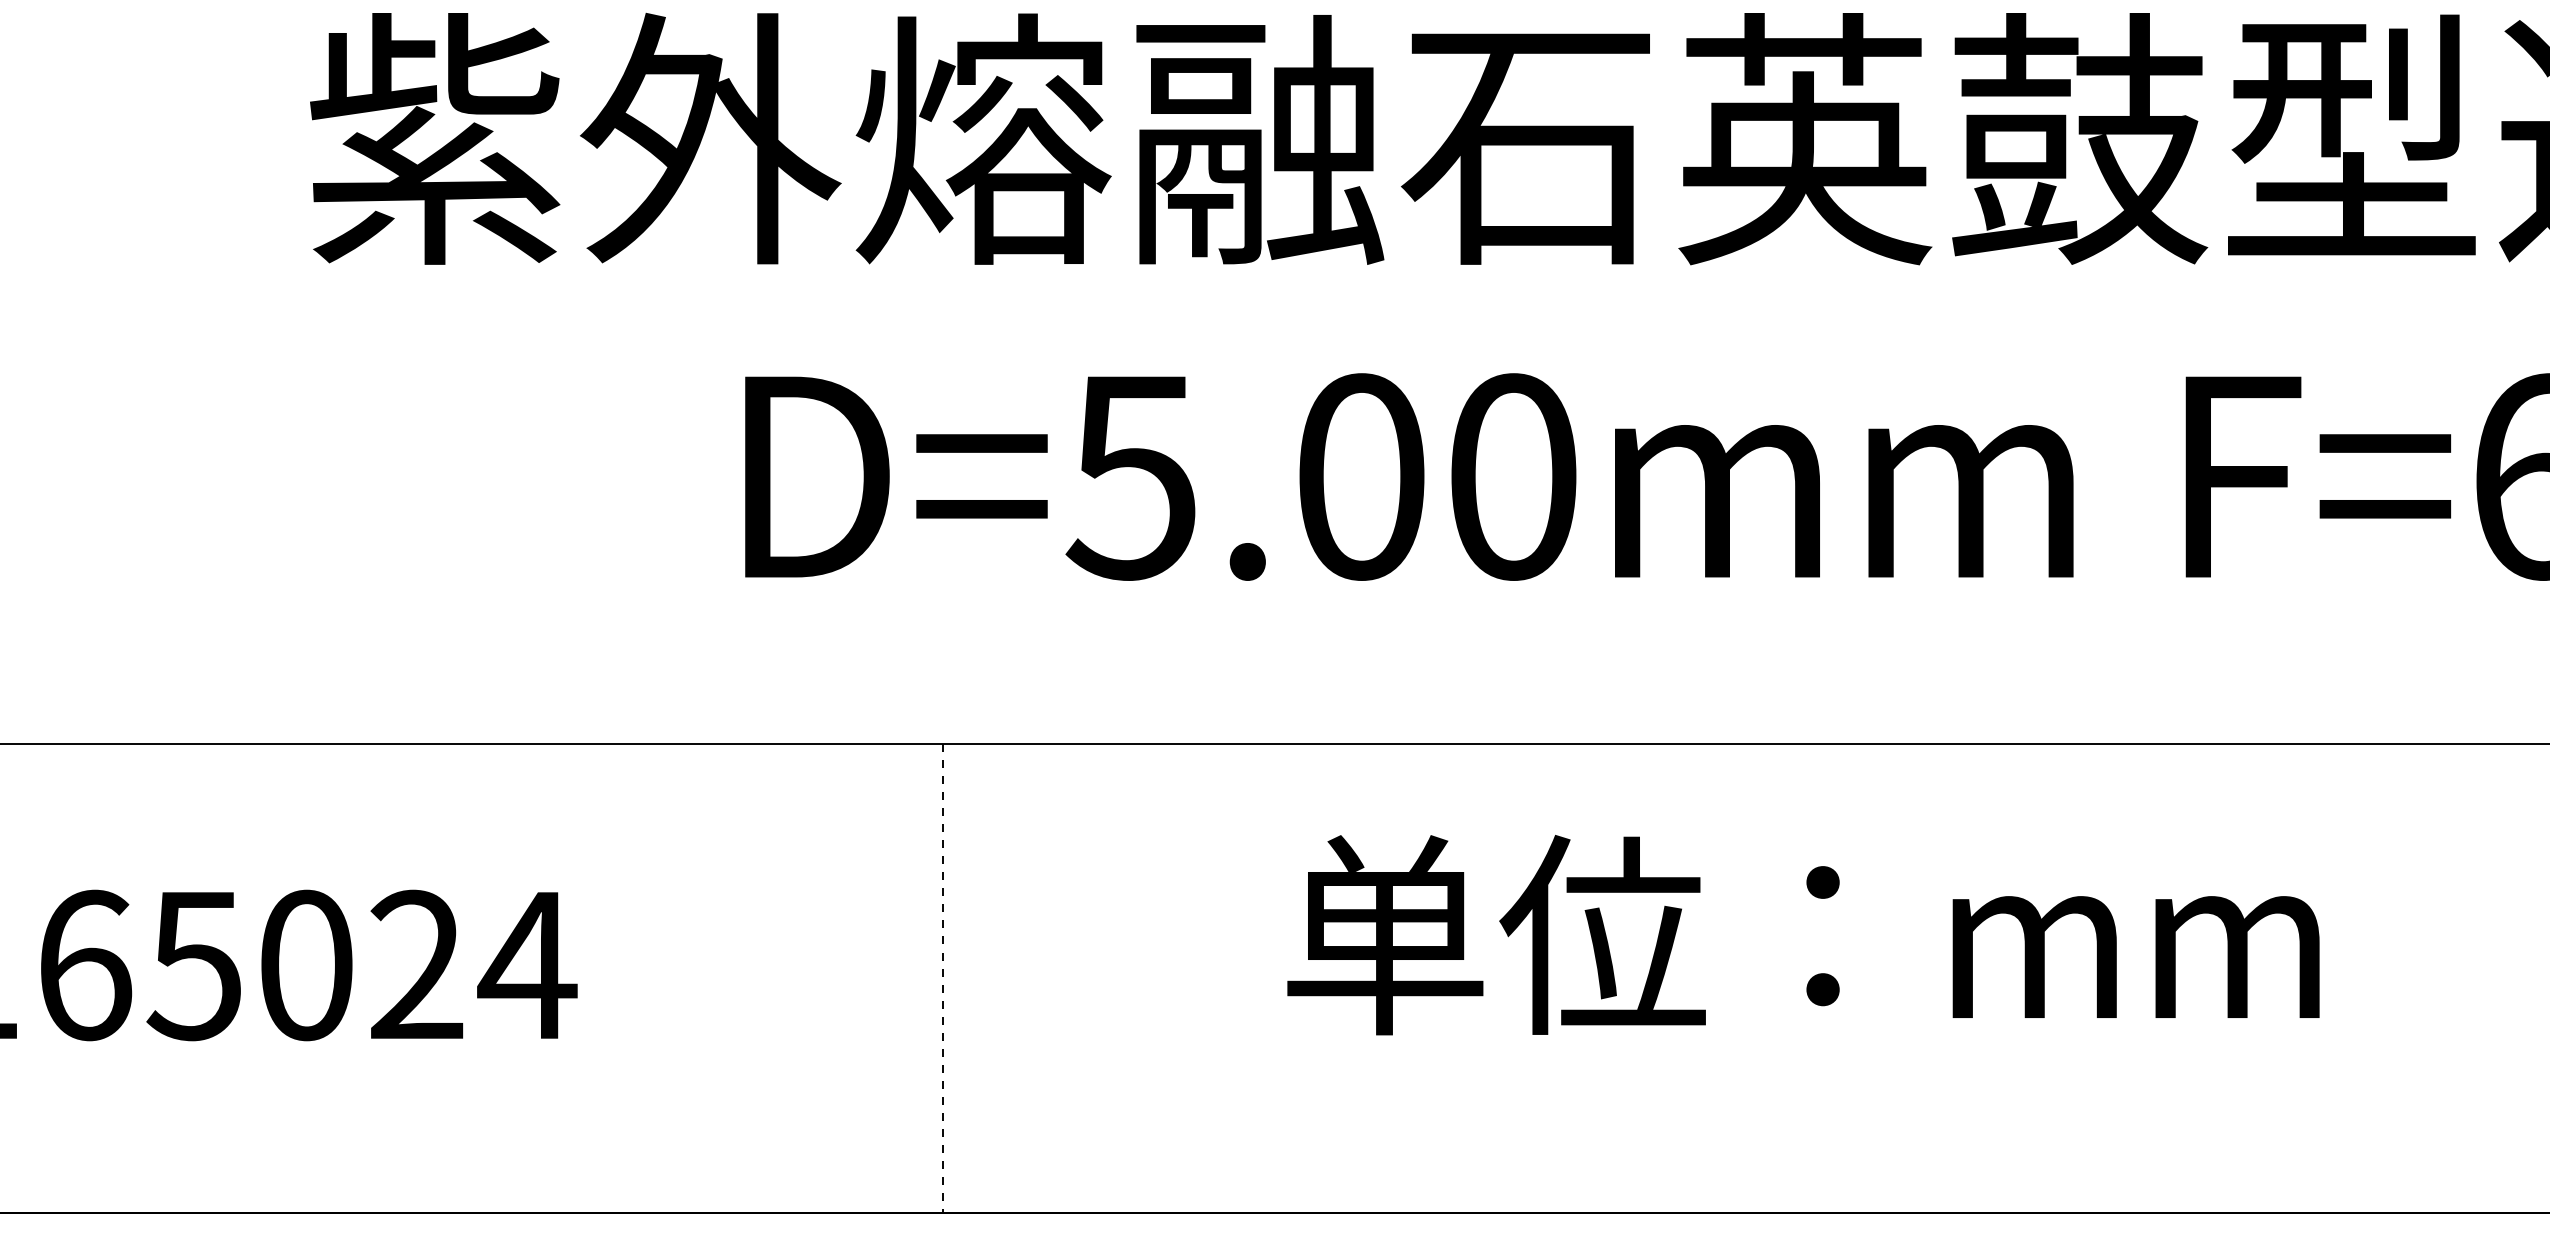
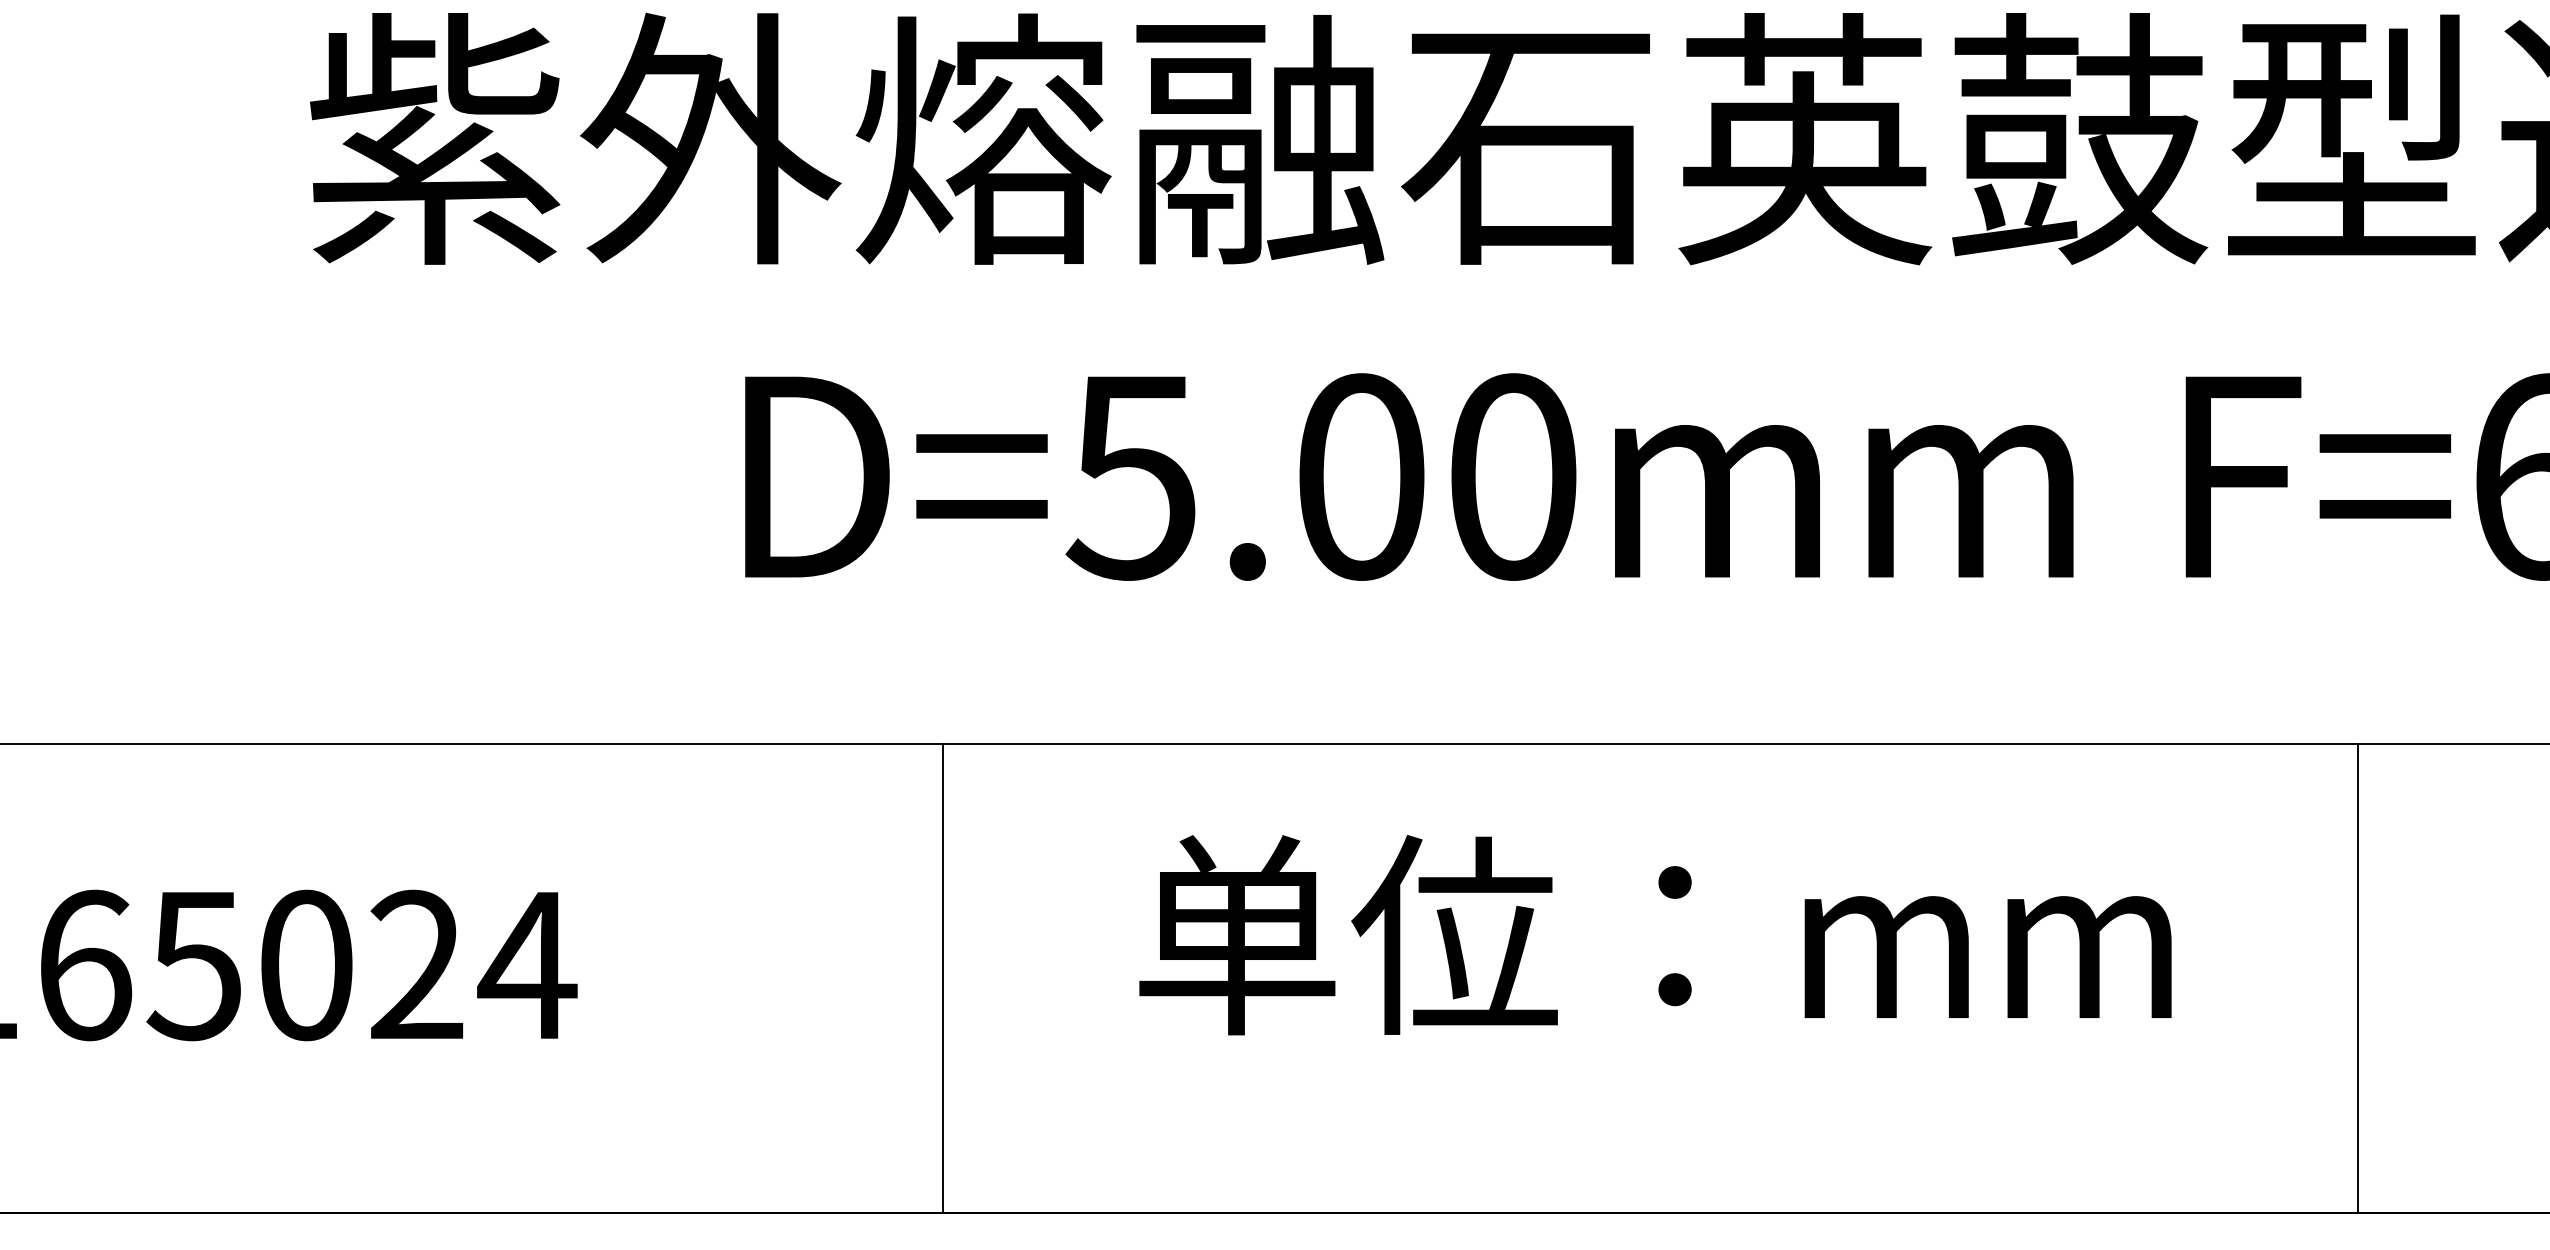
text at (1803, 935) position: (1803, 935) -> (1655, 935)
line at (2358, 977): none -> present
line at (942, 978): dashed -> solid
